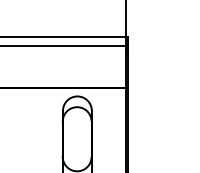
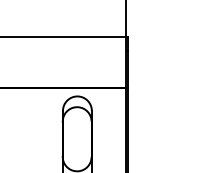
line at (65, 45): present -> none
